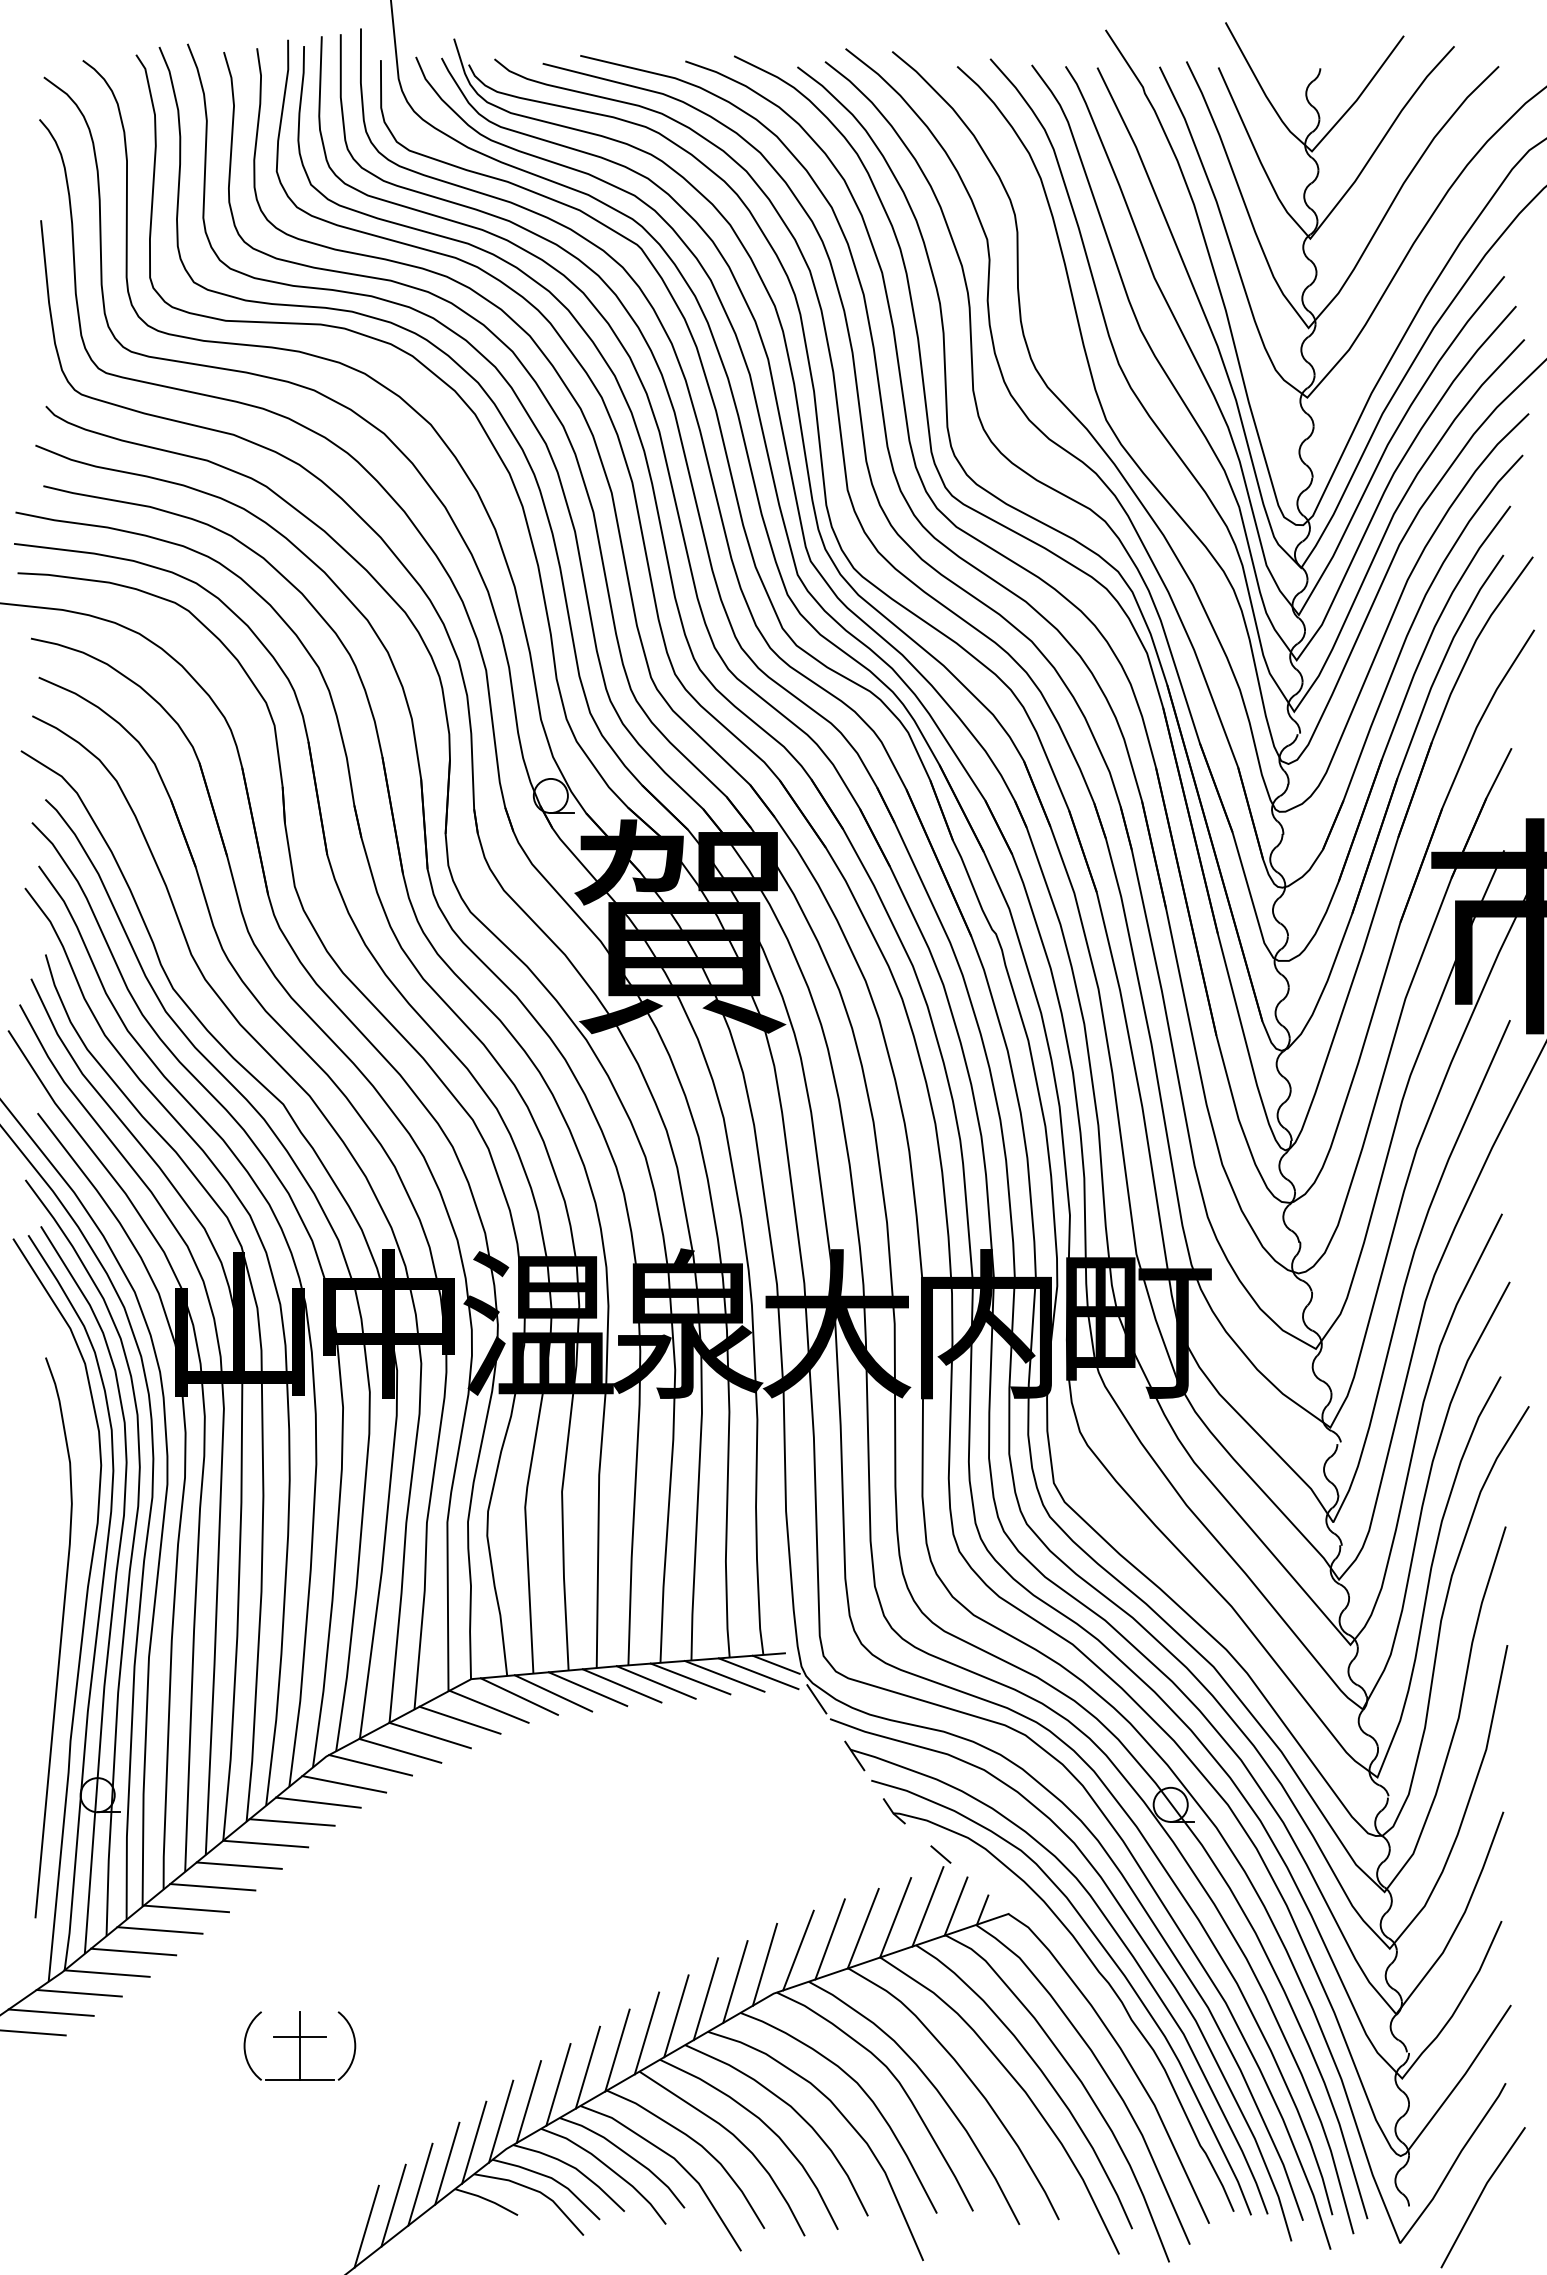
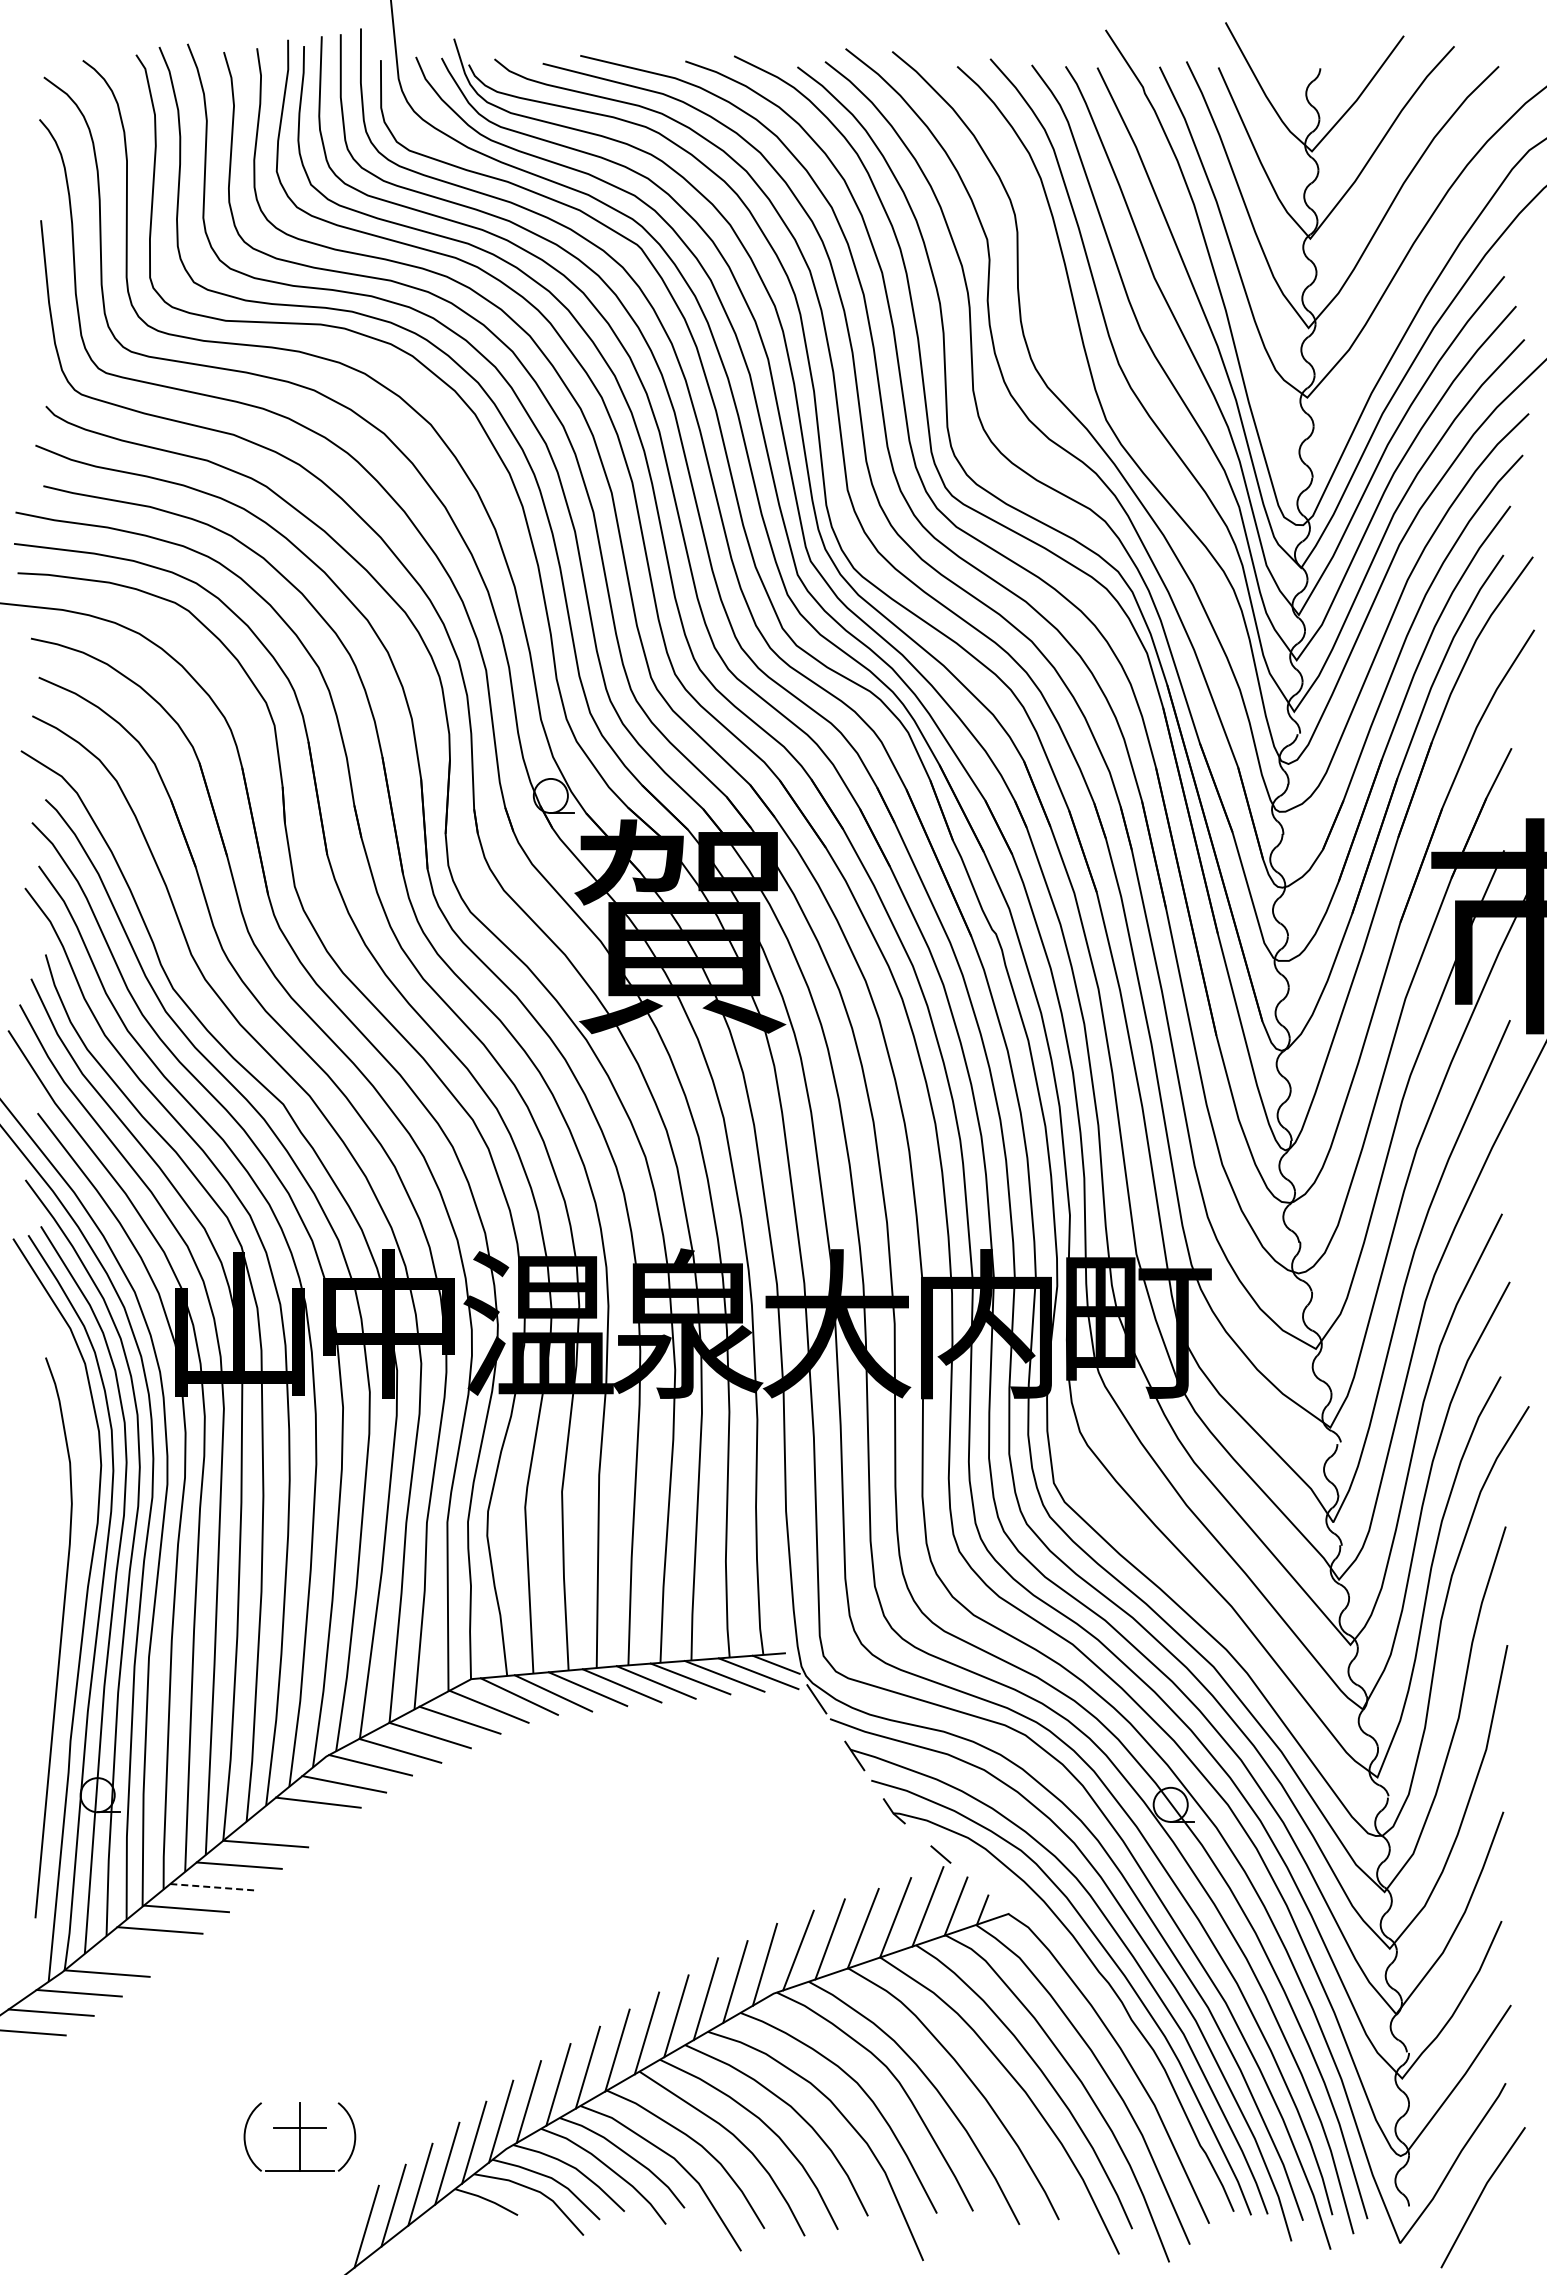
line at (291, 1822): present -> none
line at (212, 1887): solid -> dashed
line at (133, 1951): present -> none
part at (299, 2045) position: (299, 2045) -> (299, 2136)
